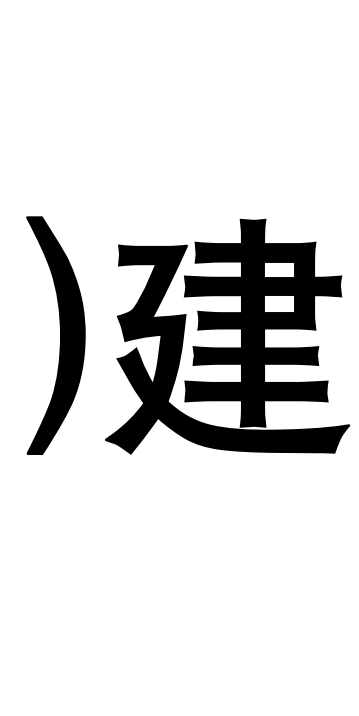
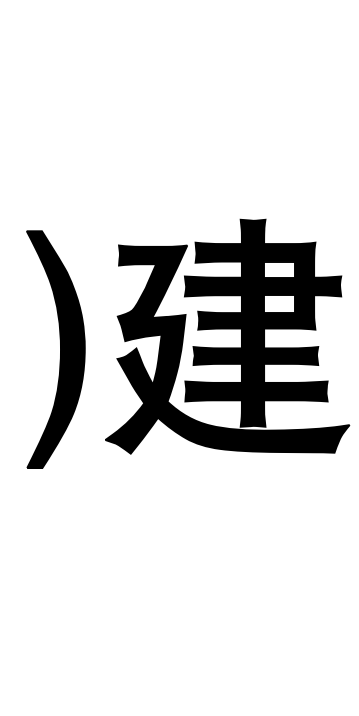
part at (55, 335) position: (55, 335) -> (55, 349)
